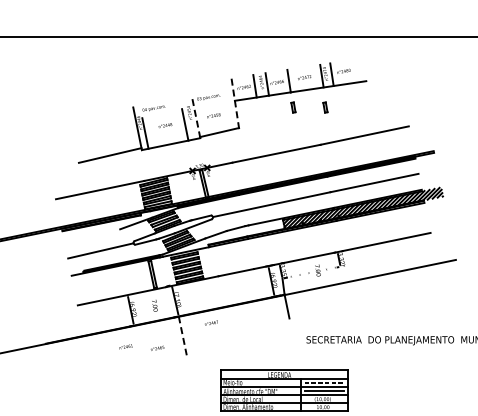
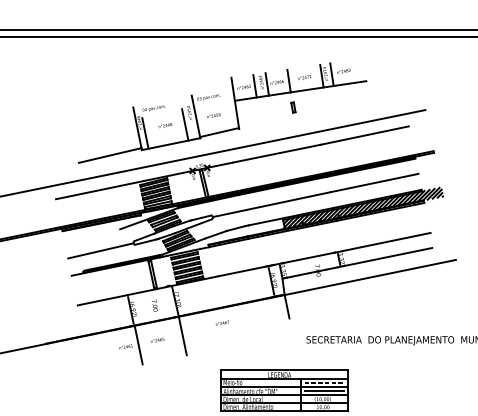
line at (238, 29): none -> present
line at (235, 103): dashed -> solid
part at (325, 107): present -> none
line at (196, 116): dashed -> solid
line at (213, 153): none -> present
line at (357, 263): none -> present
text at (211, 322) position: (211, 322) -> (222, 322)
line at (182, 335): dashed -> solid
line at (138, 344): none -> present
text at (157, 347) position: (157, 347) -> (157, 339)
